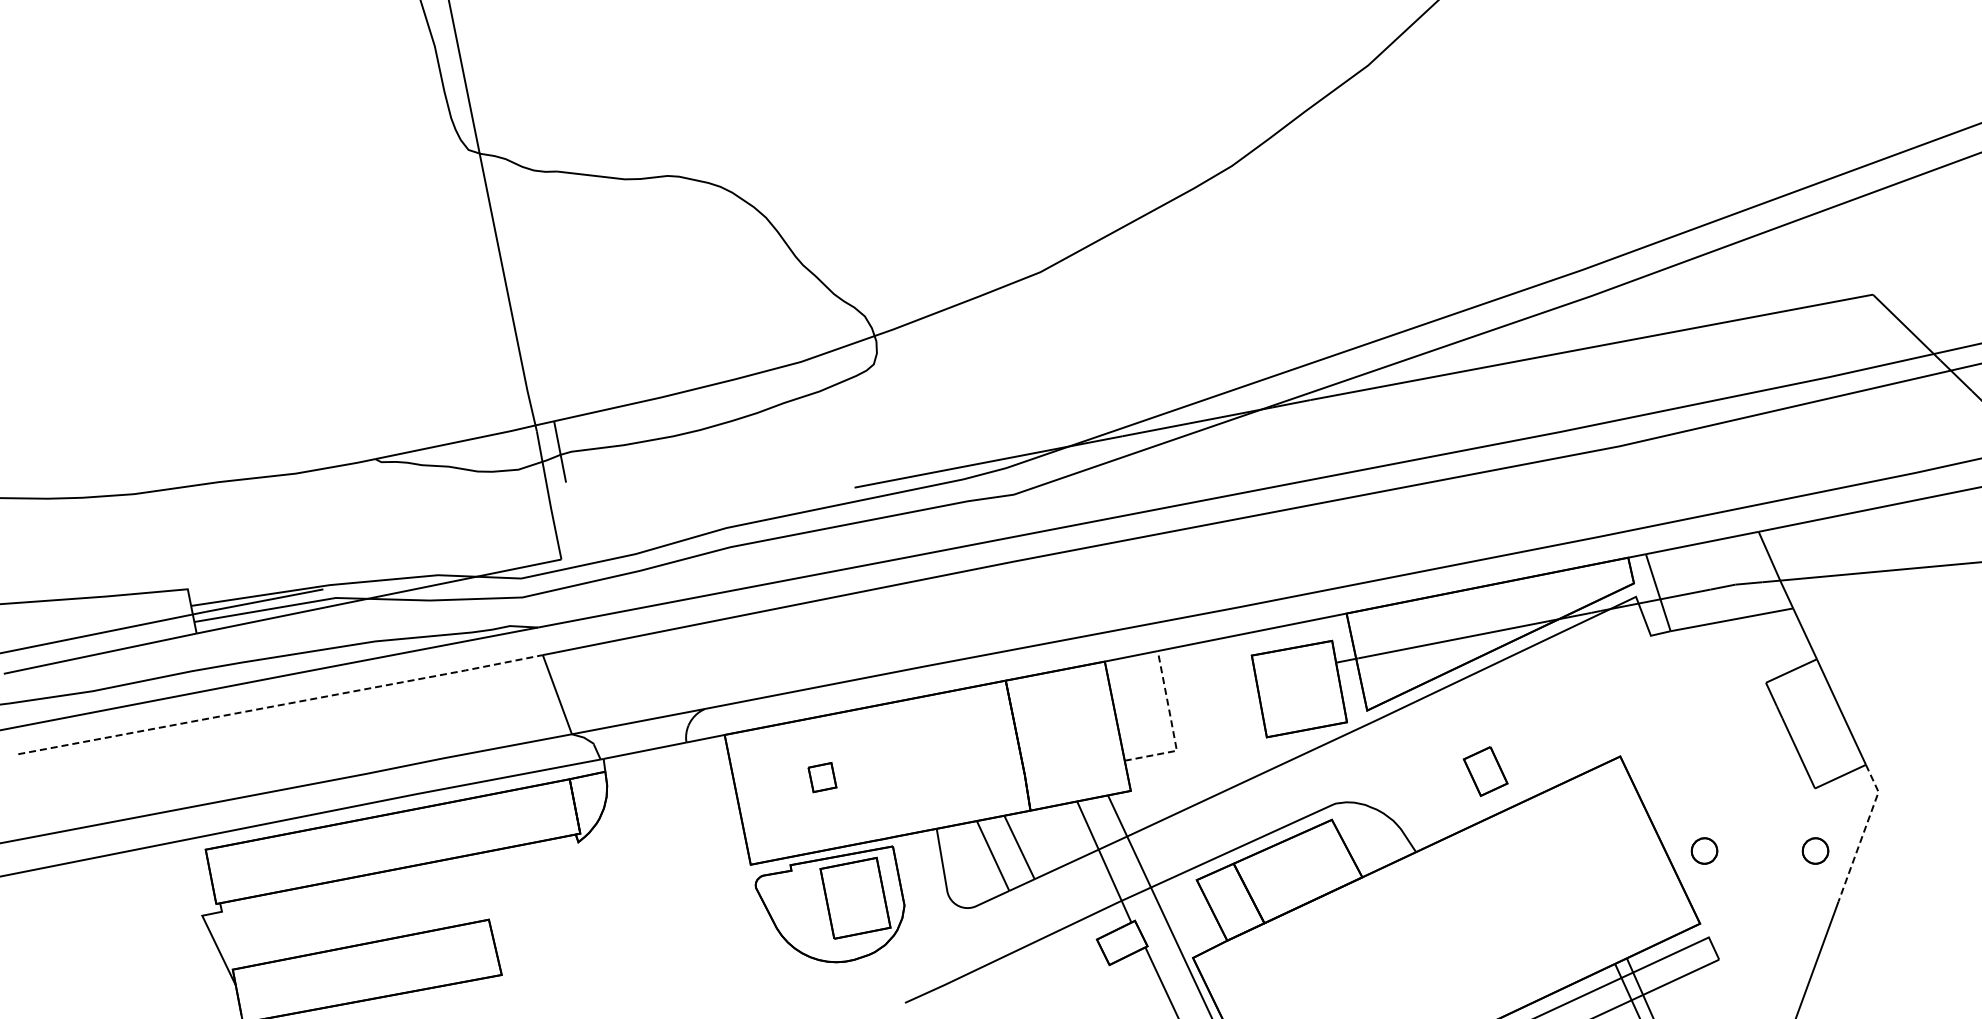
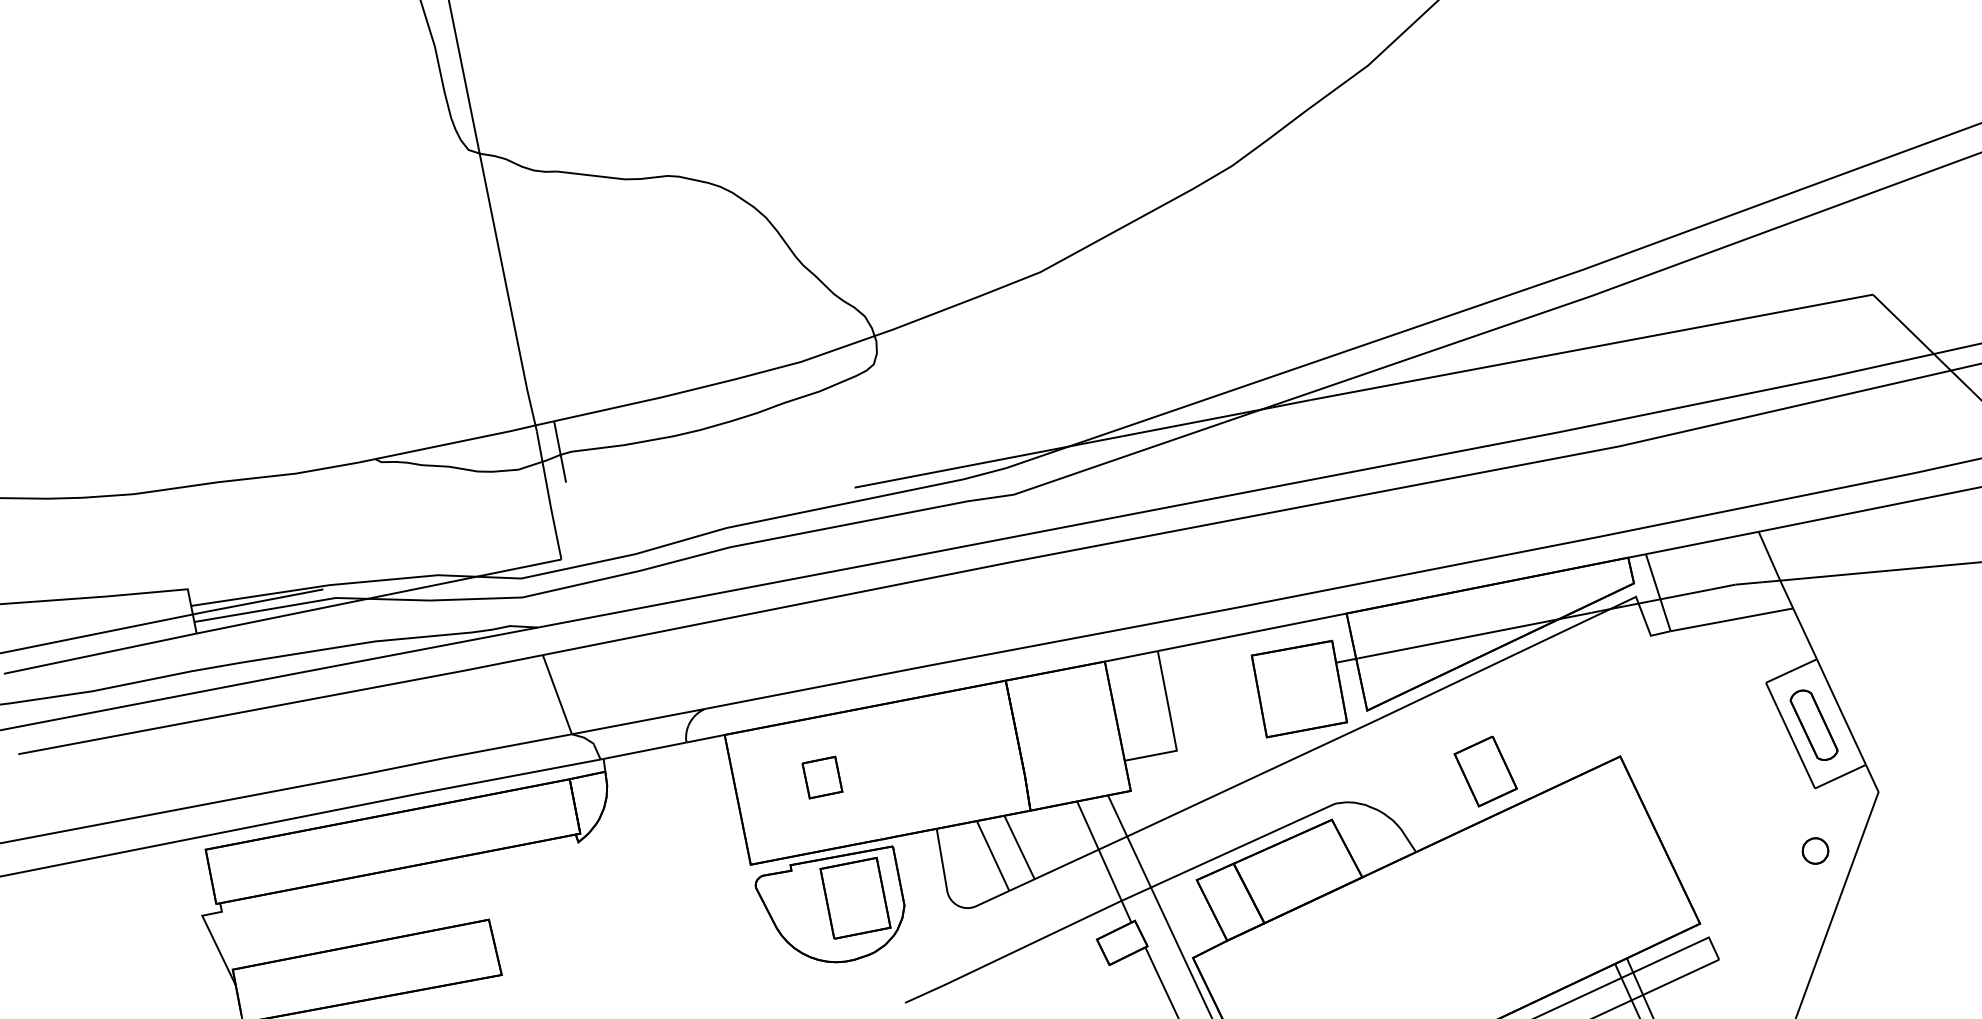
line at (281, 704): dashed -> solid
part at (1813, 724): none -> present
line at (1172, 726): dashed -> solid
part at (1485, 771) size: 47x51 px -> 65x73 px
part at (822, 777) size: 31x32 px -> 43x45 px
line at (1863, 832): dashed -> solid
part at (1704, 850): present -> none
